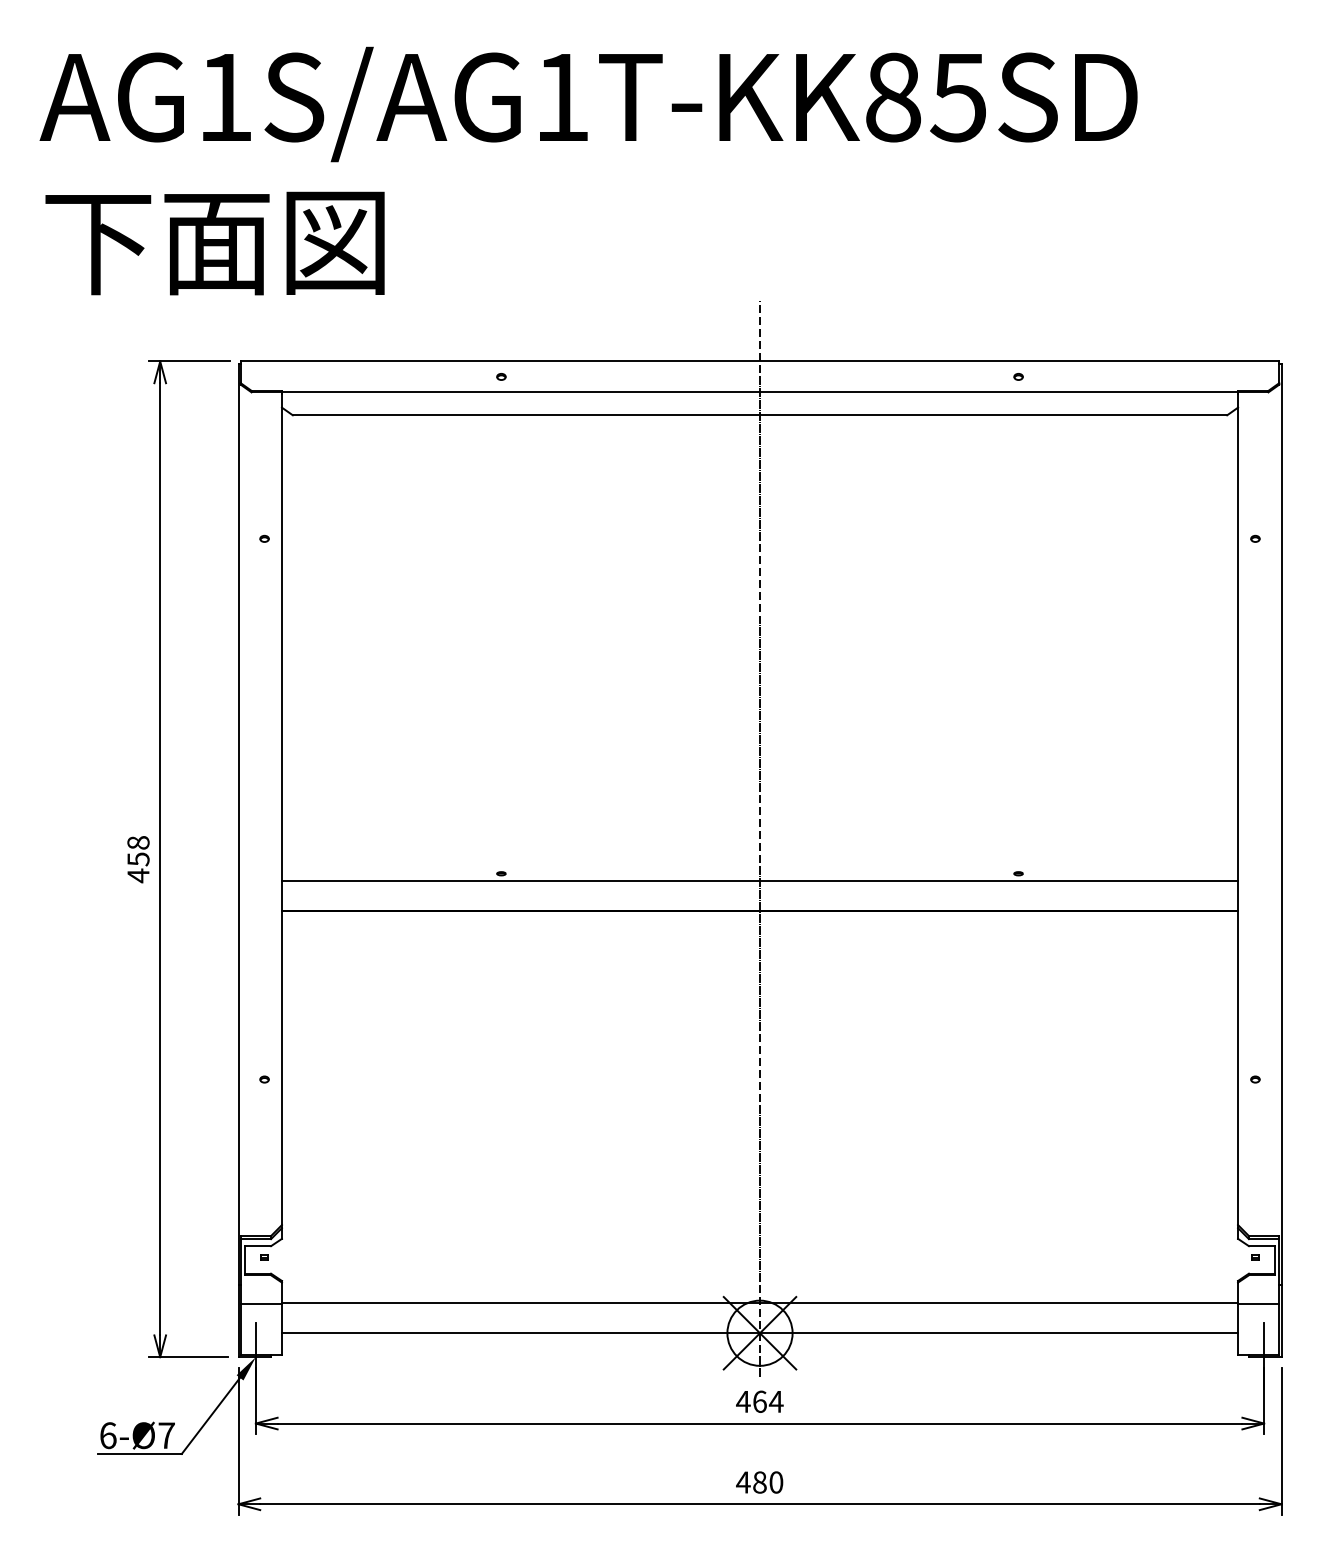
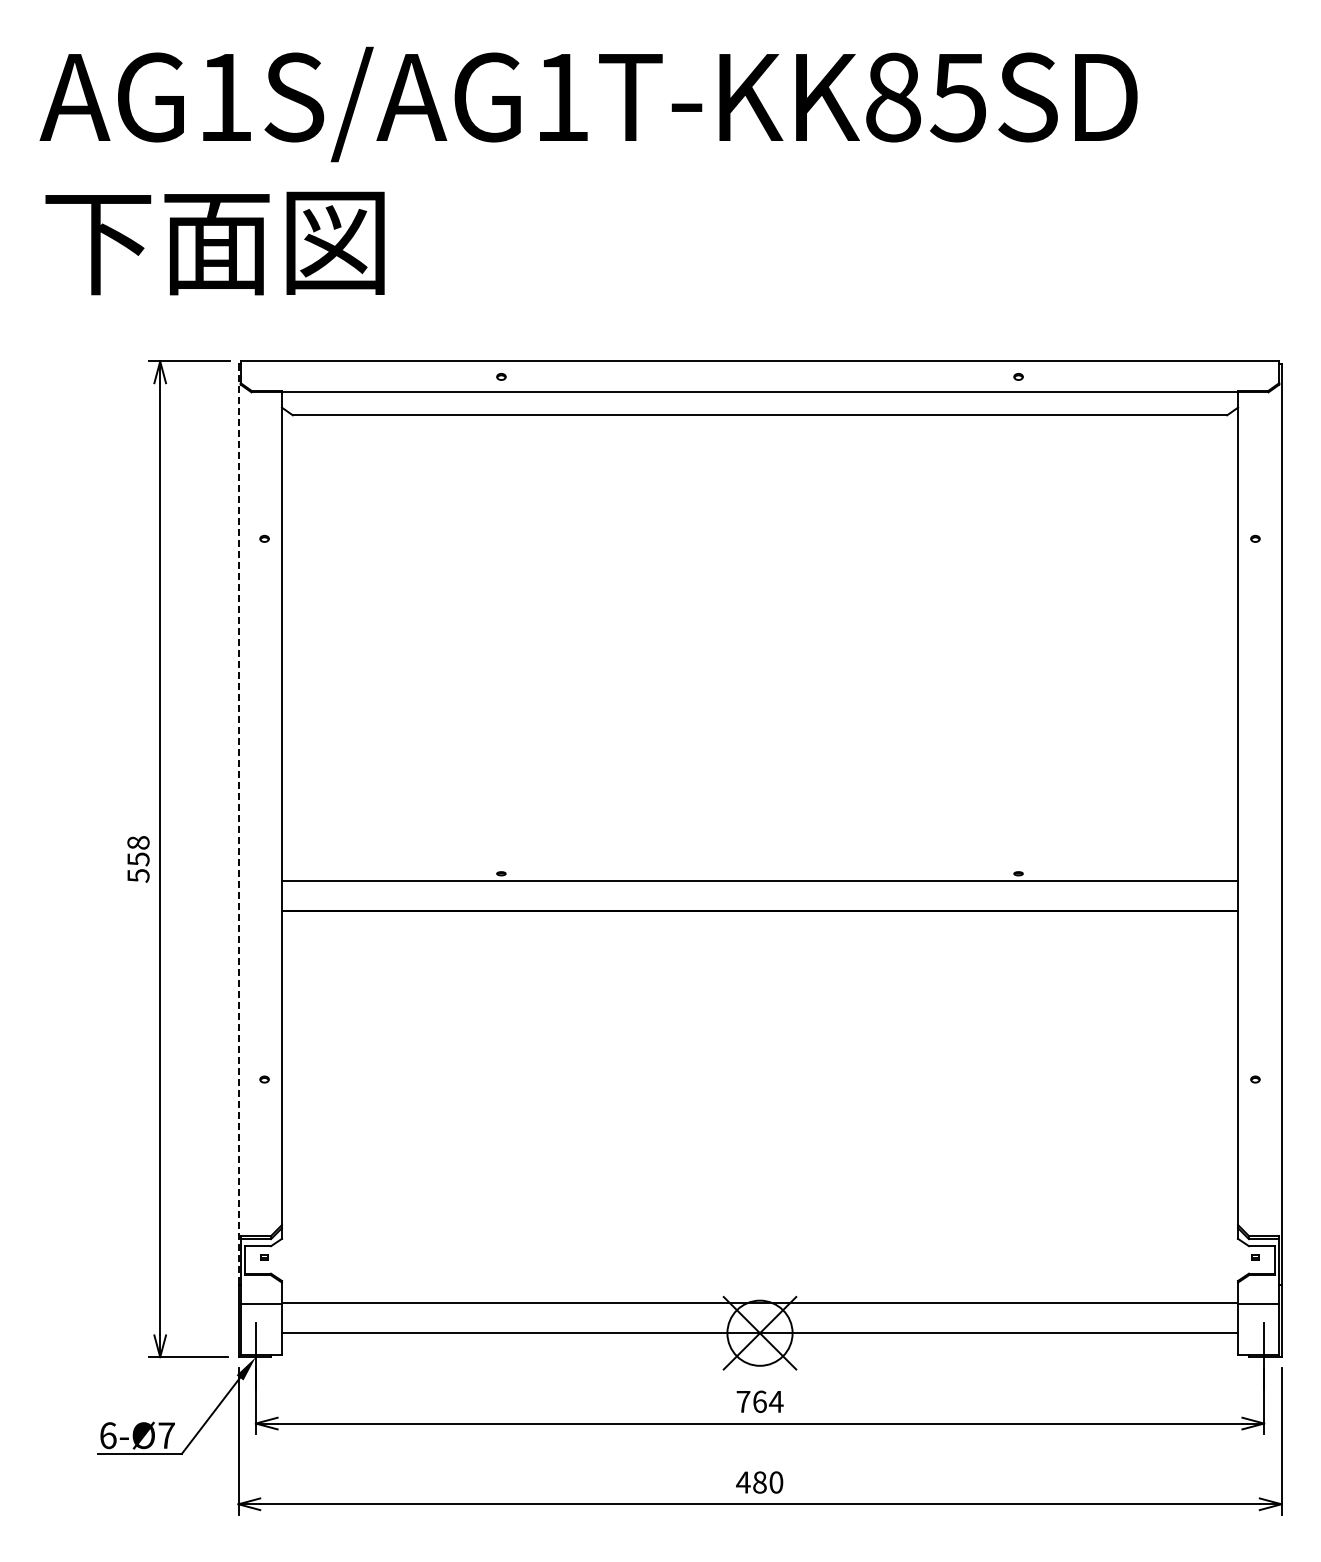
line at (238, 824): solid -> dashed
line at (760, 839): present -> none
text at (138, 875): 458 -> 558
text at (743, 1401): 464 -> 764
